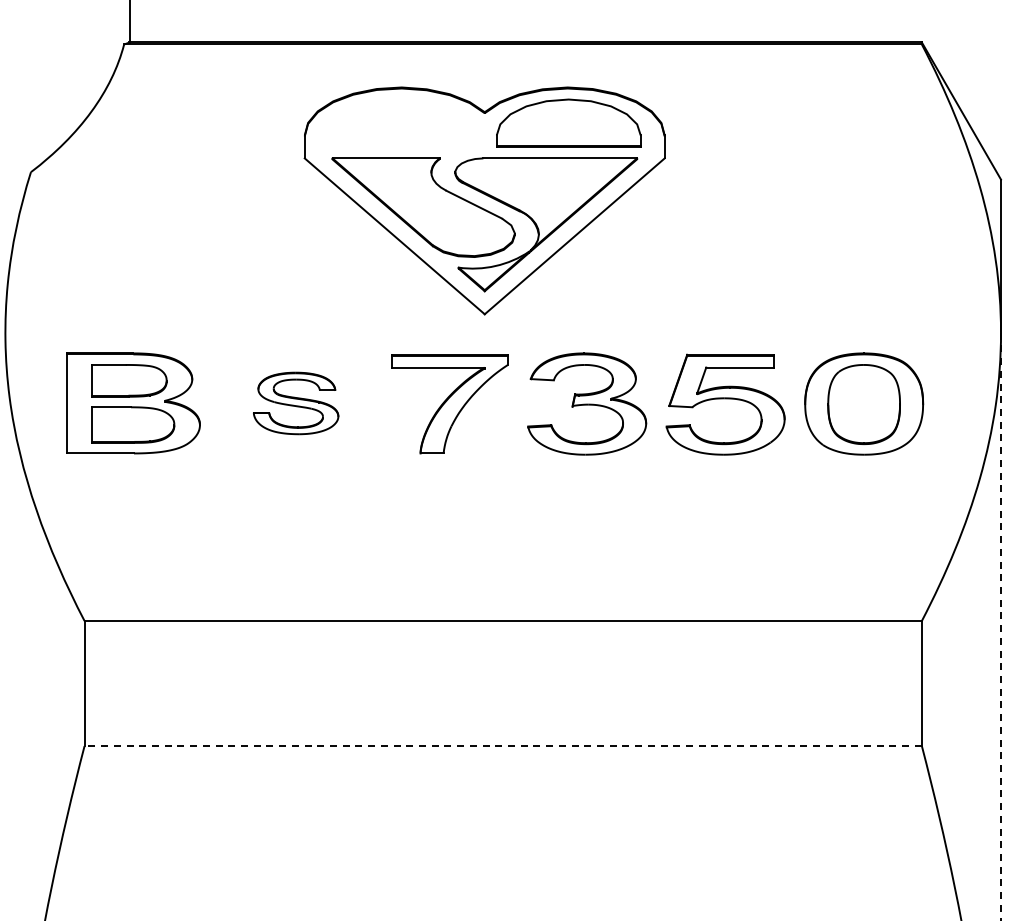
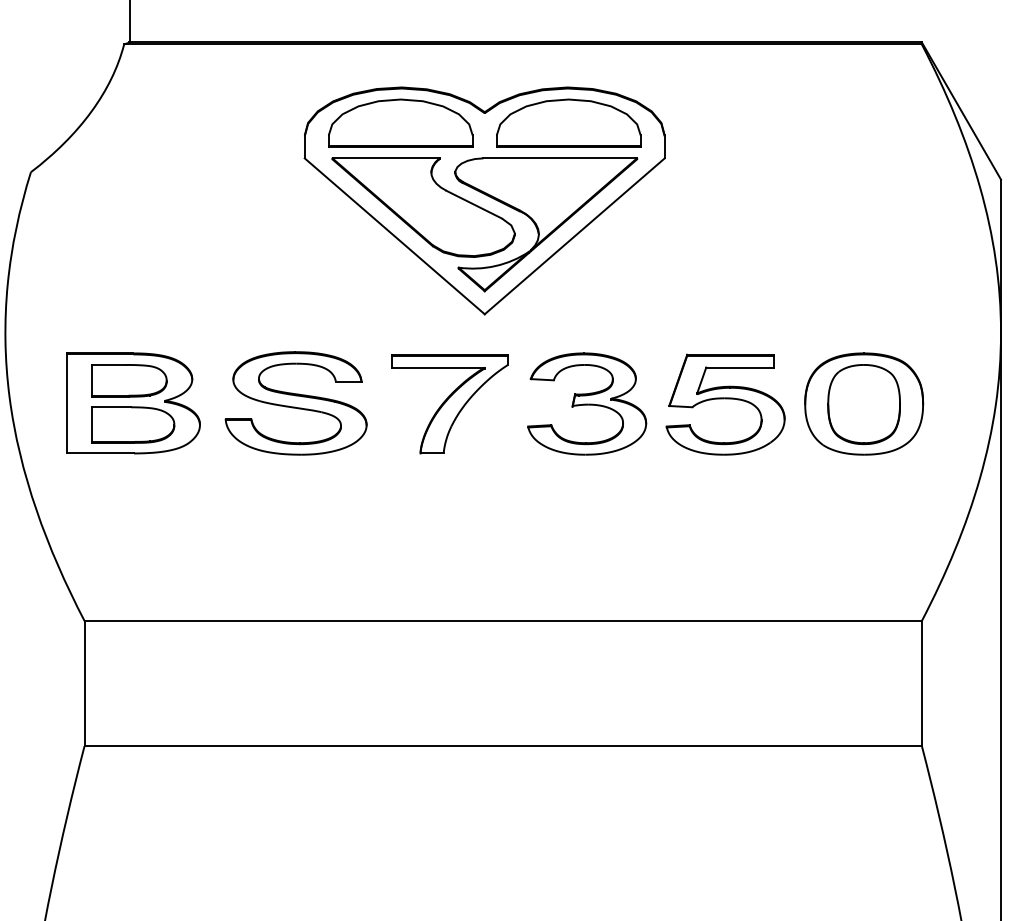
part at (400, 122): none -> present
part at (296, 403) size: 87x65 px -> 144x105 px
line at (1001, 626): dashed -> solid
line at (503, 746): dashed -> solid
